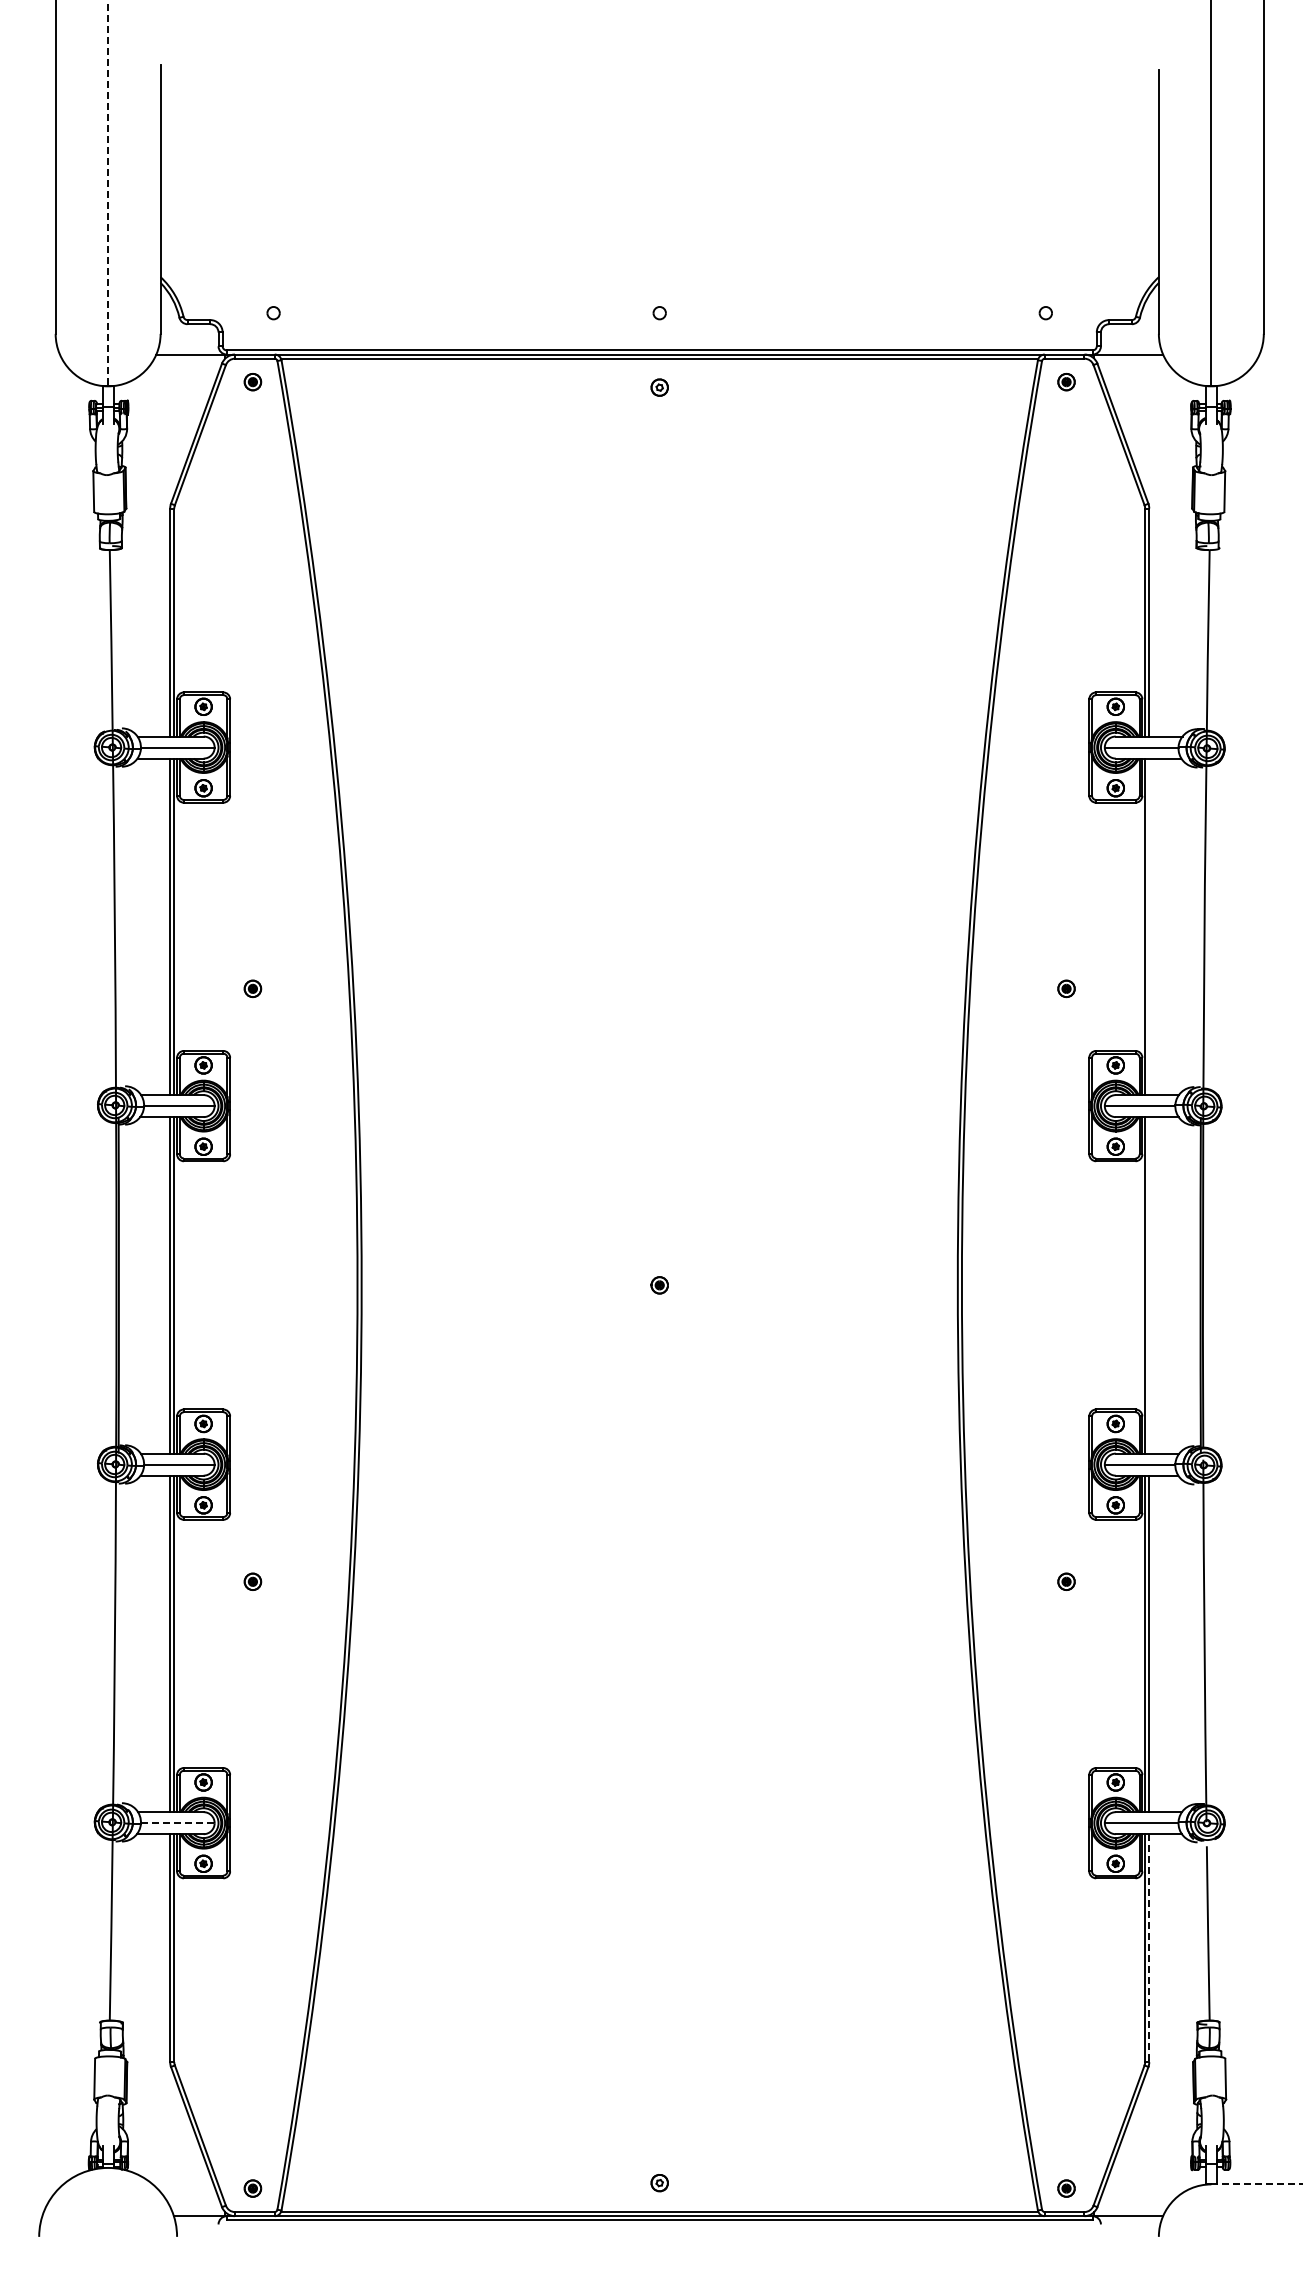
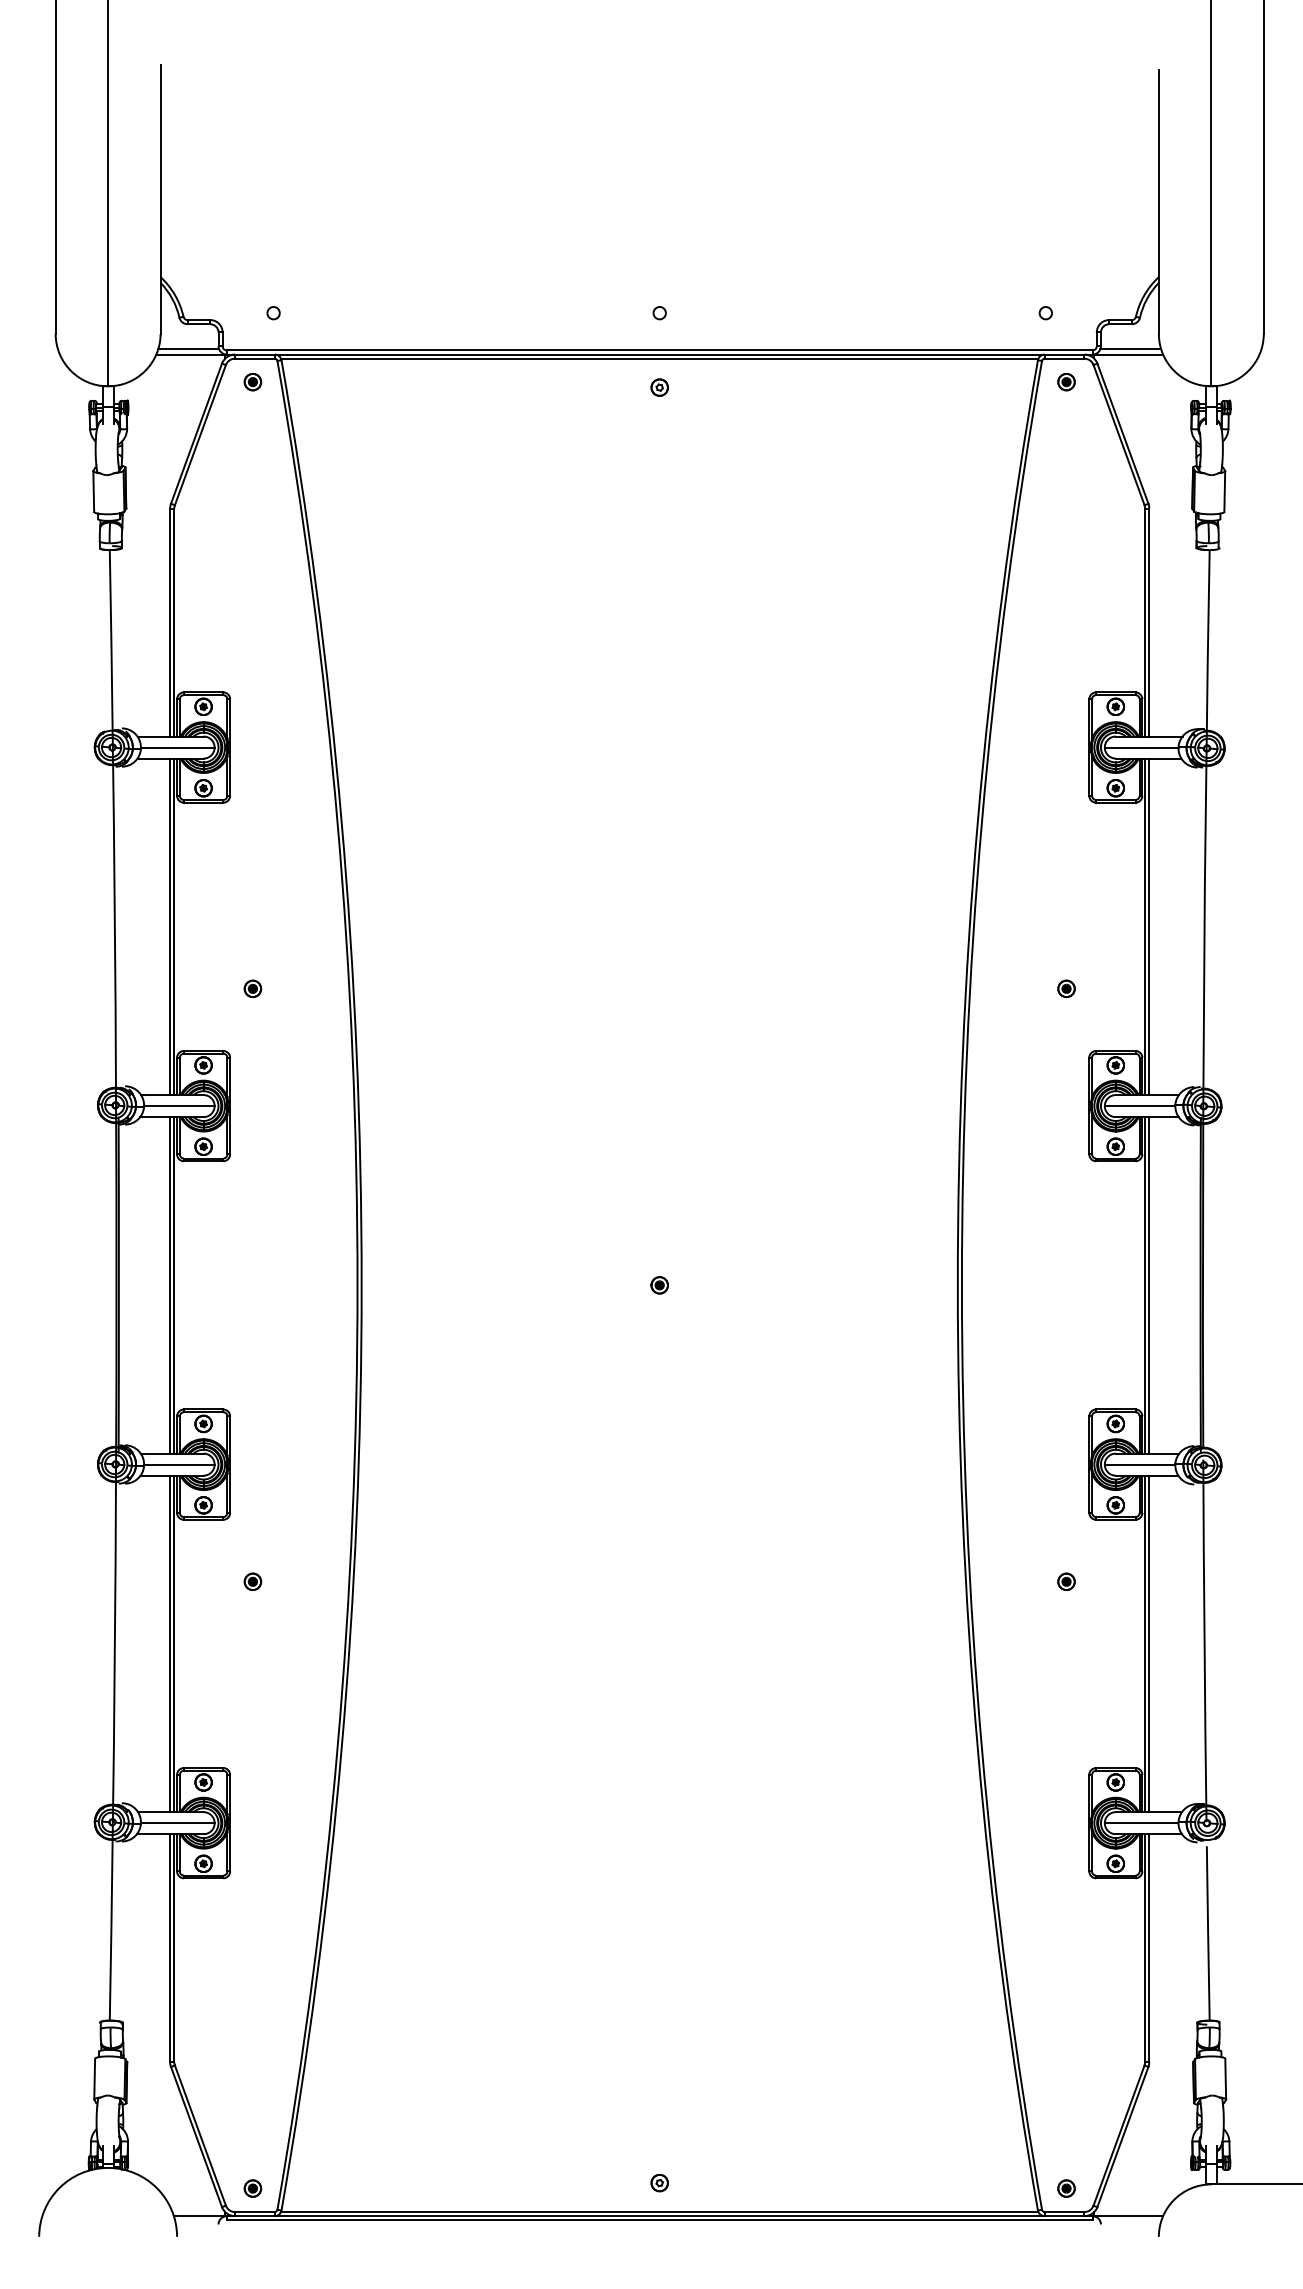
line at (108, 193): dashed -> solid
line at (188, 349): none -> present
line at (1130, 349): none -> present
line at (1149, 926): none -> present
line at (1149, 1285): none -> present
line at (177, 1823): dashed -> solid
line at (1149, 1948): dashed -> solid
line at (1256, 2184): dashed -> solid
